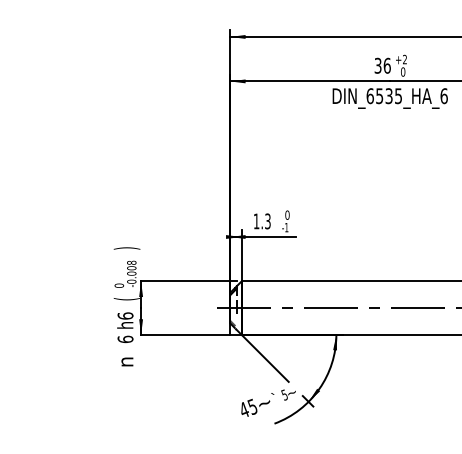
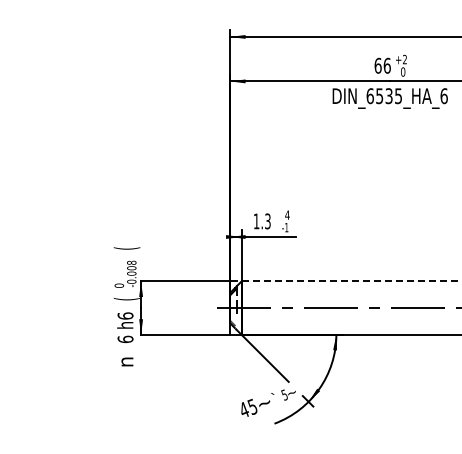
text at (377, 65): 36 -> 66
text at (287, 214): 0 -> 4
text at (126, 248): ) -> (
line at (351, 281): solid -> dashed
